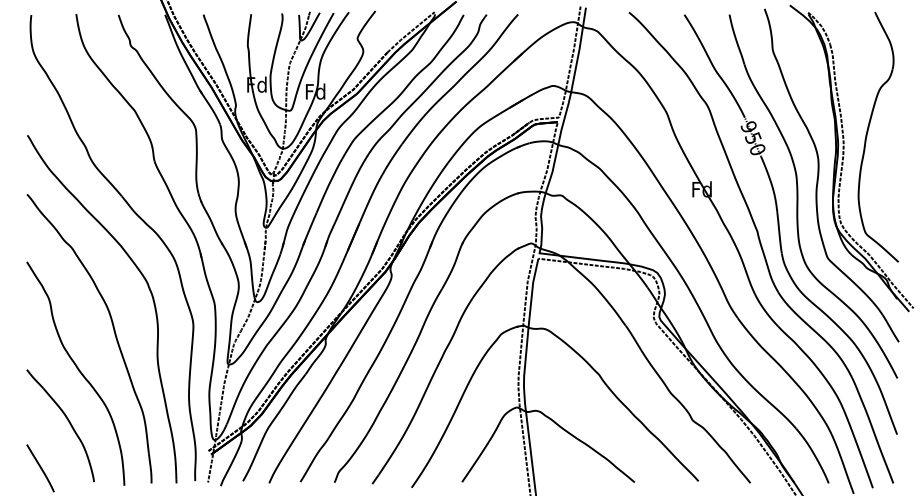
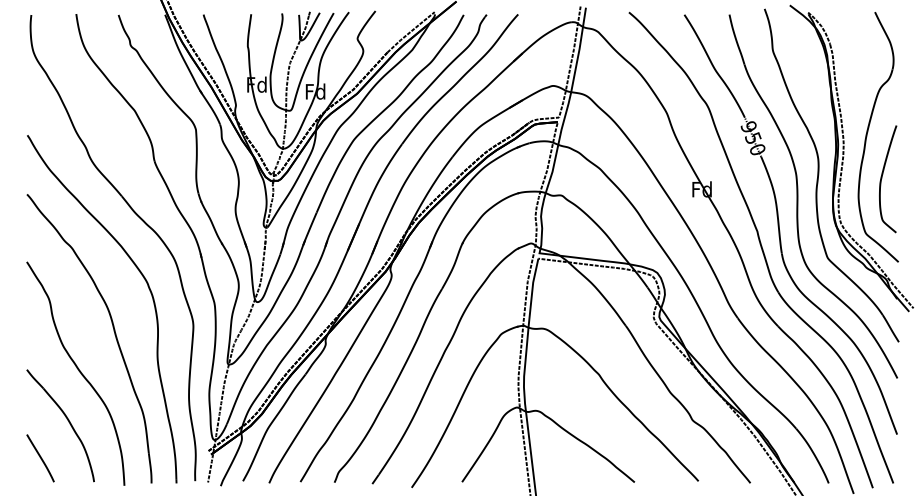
curve at (882, 178): none -> present
line at (40, 468) position: (40, 468) -> (40, 458)
